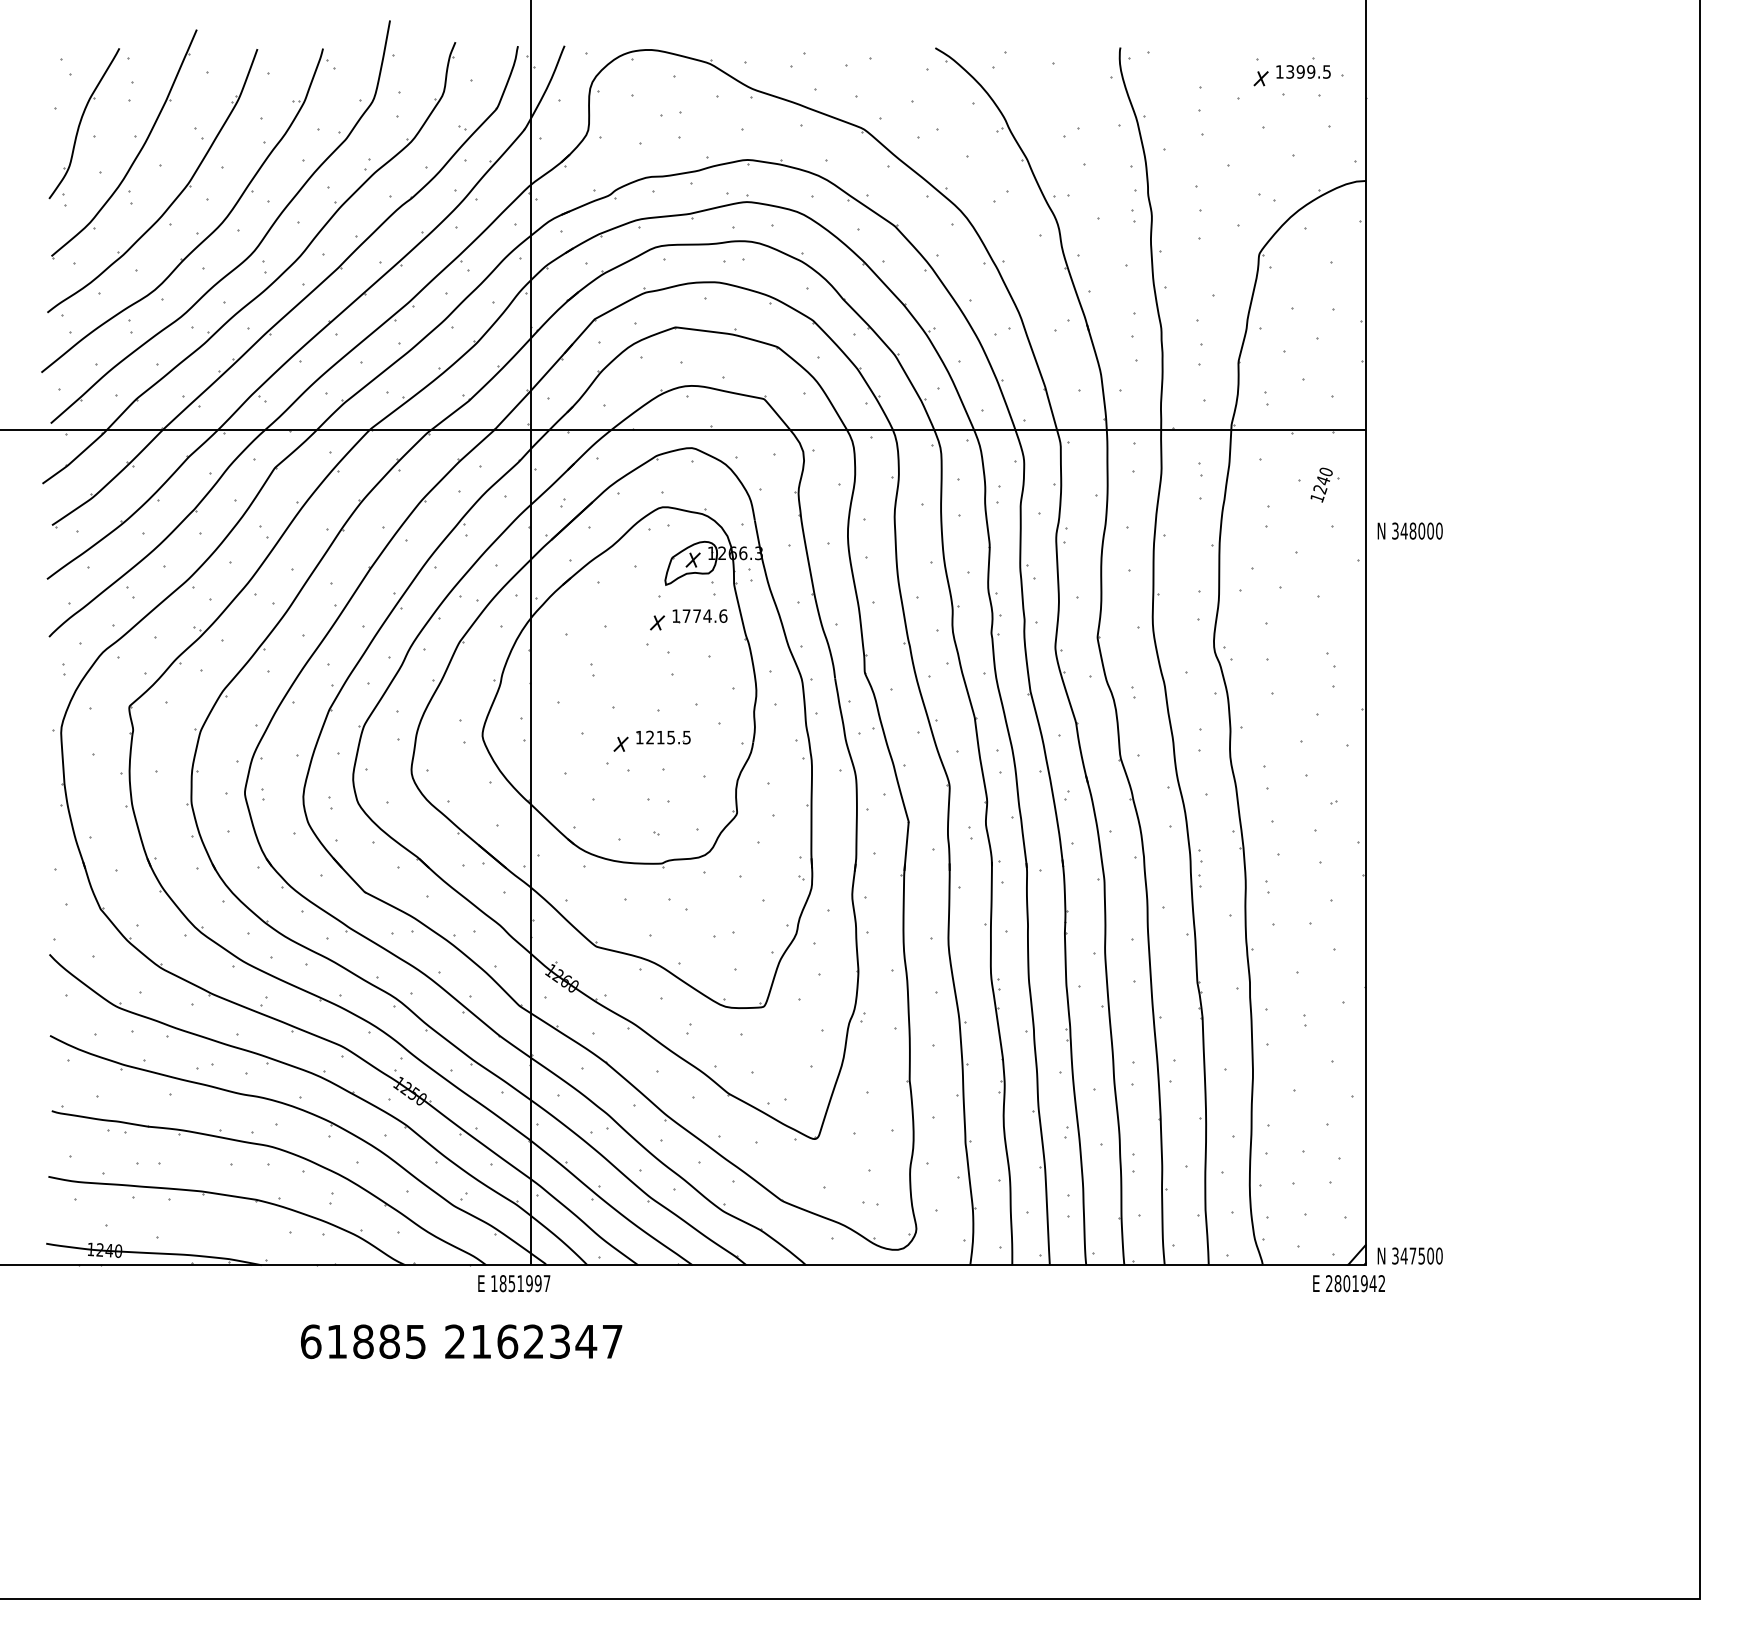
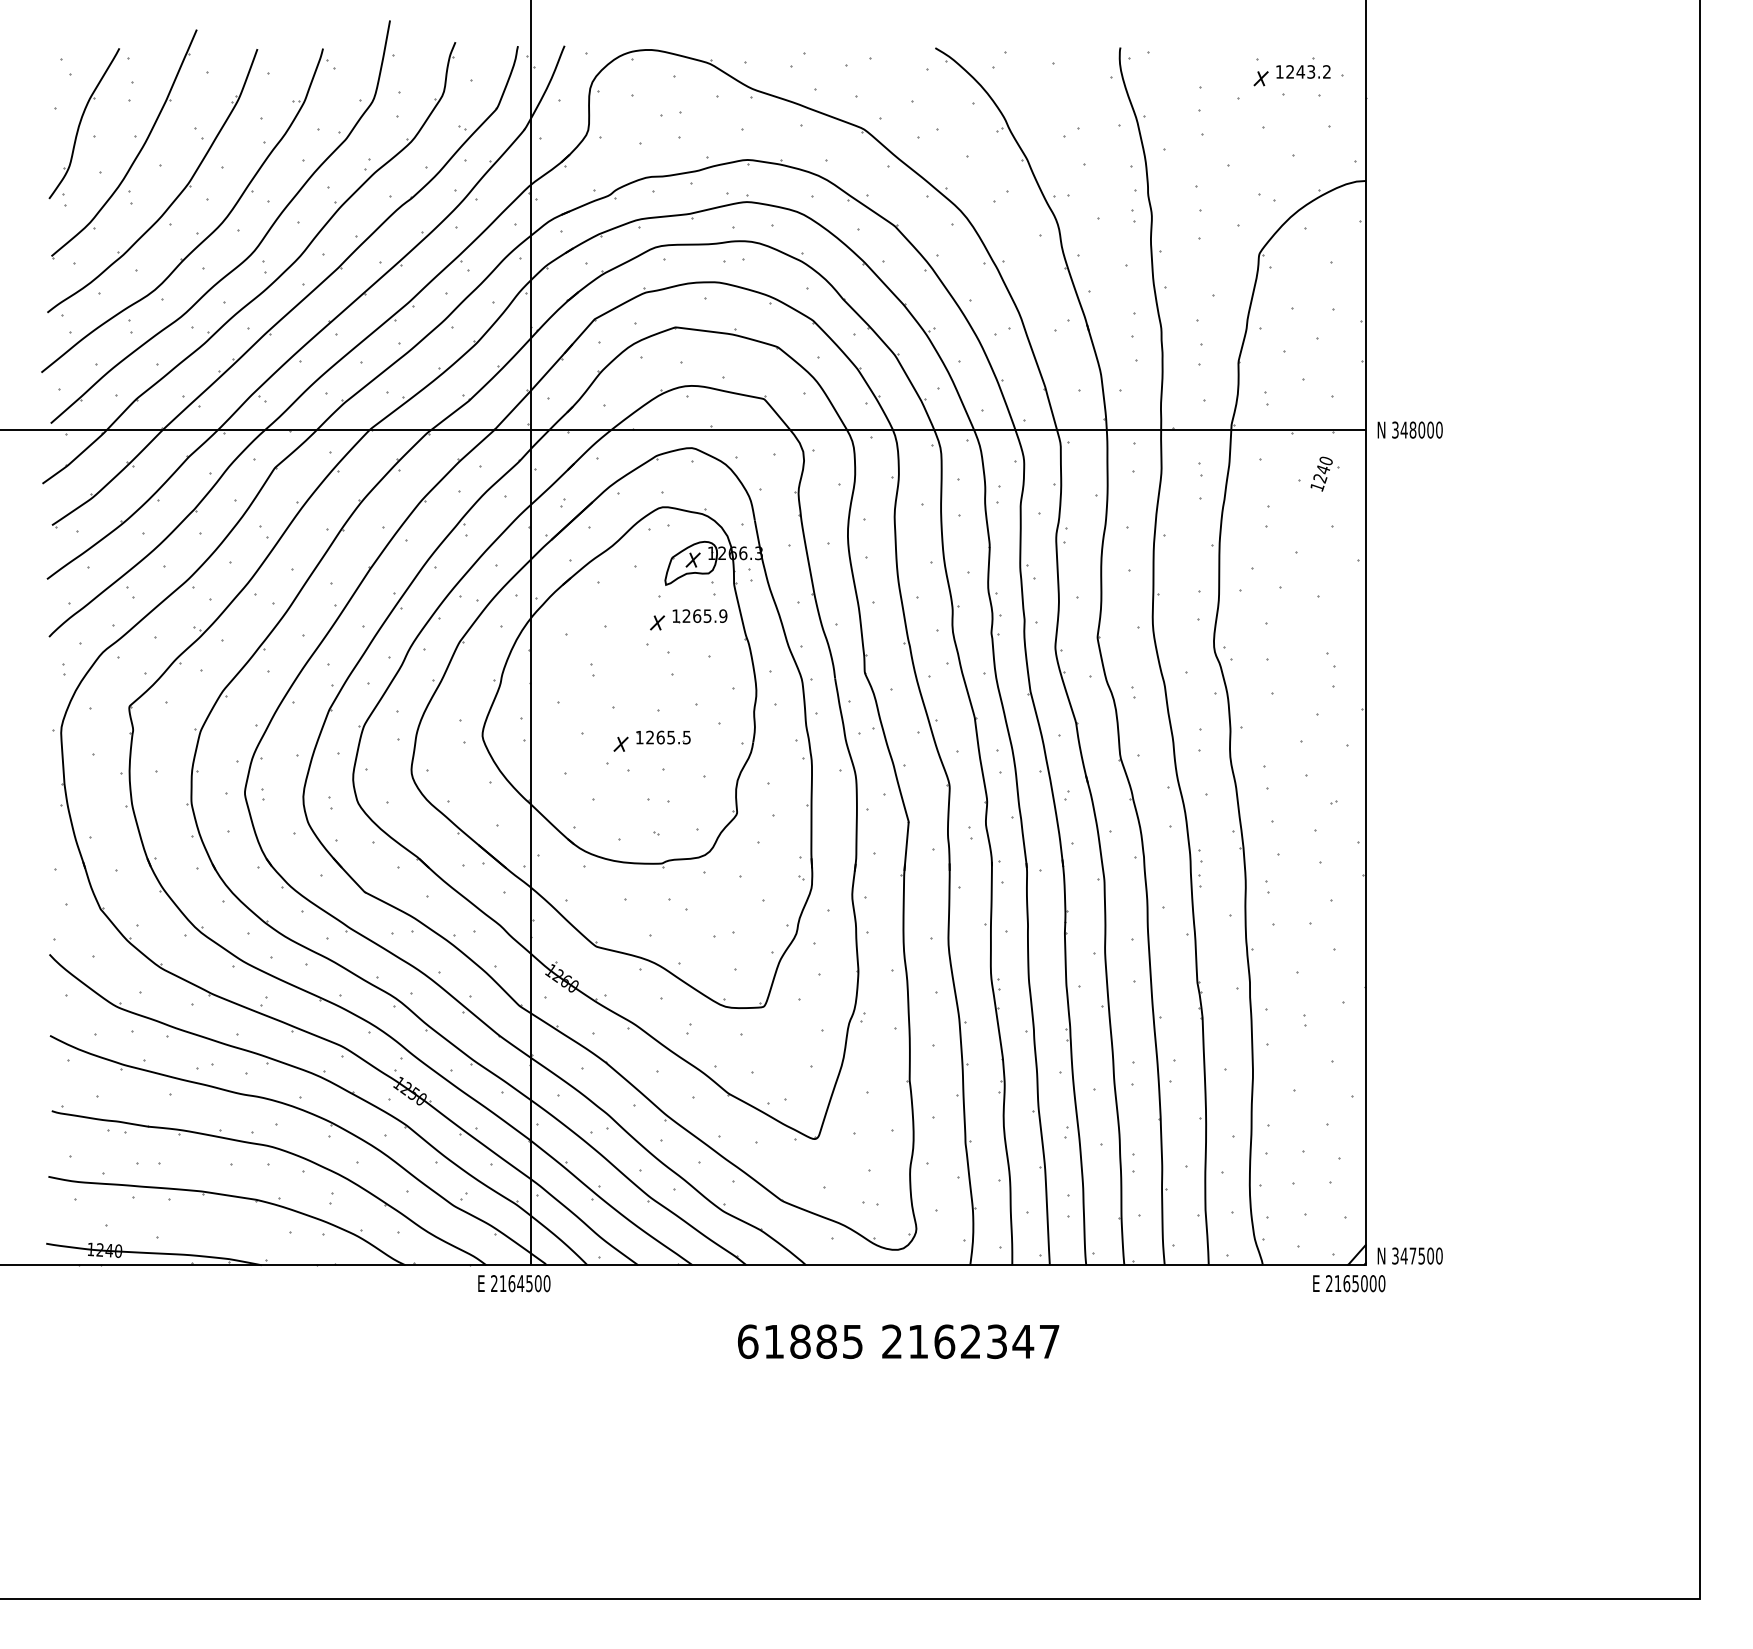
text at (1308, 71): 1399.5 -> 1243.2
part at (1324, 484) position: (1324, 484) -> (1324, 473)
text at (1409, 530) position: (1409, 530) -> (1409, 429)
text at (704, 615): 1774.6 -> 1265.9
text at (660, 737): 1215.5 -> 1265.5
text at (520, 1283): 1851997 -> 2164500
text at (1359, 1283): 2801942 -> 2165000
text at (461, 1341) position: (461, 1341) -> (898, 1341)
